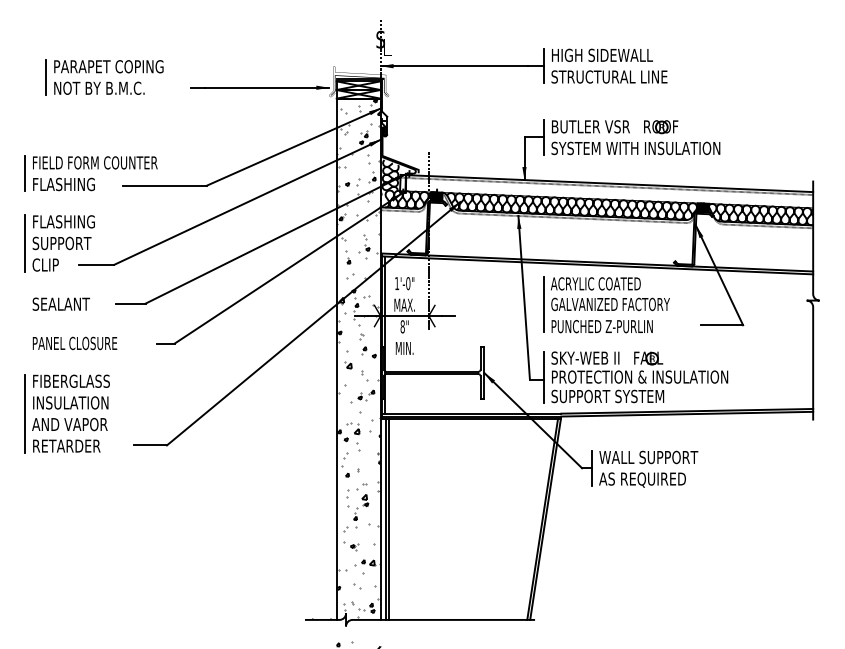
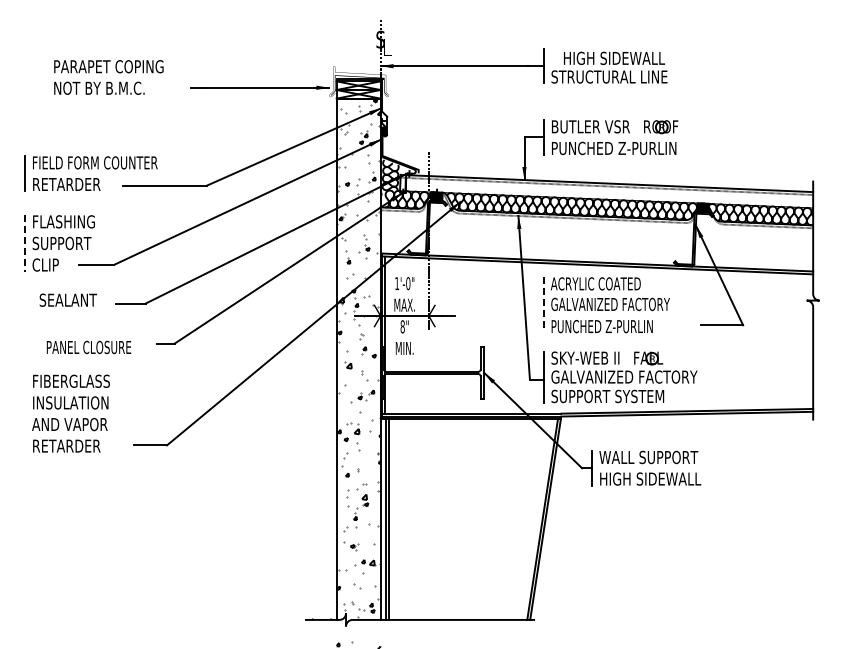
text at (602, 54) position: (602, 54) -> (614, 57)
line at (46, 77): present -> none
text at (635, 148): SYSTEM WITH INSULATION -> PUNCHED Z-PURLIN
text at (67, 184): FLASHING -> RETARDER
line at (25, 243): solid -> dashed
text at (60, 303) position: (60, 303) -> (67, 299)
line at (544, 305): solid -> dashed
text at (74, 343) position: (74, 343) -> (88, 347)
text at (639, 376): PROTECTION & INSULATION -> GALVANIZED FACTORY
line at (25, 413): present -> none
text at (650, 479): AS REQUIRED -> HIGH SIDEWALL
